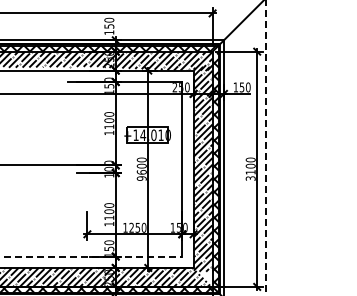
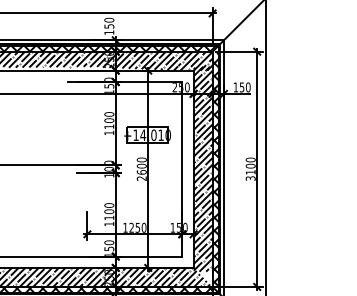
line at (265, 148): dashed -> solid
text at (141, 178): 9600 -> 2600
line at (91, 256): dashed -> solid
